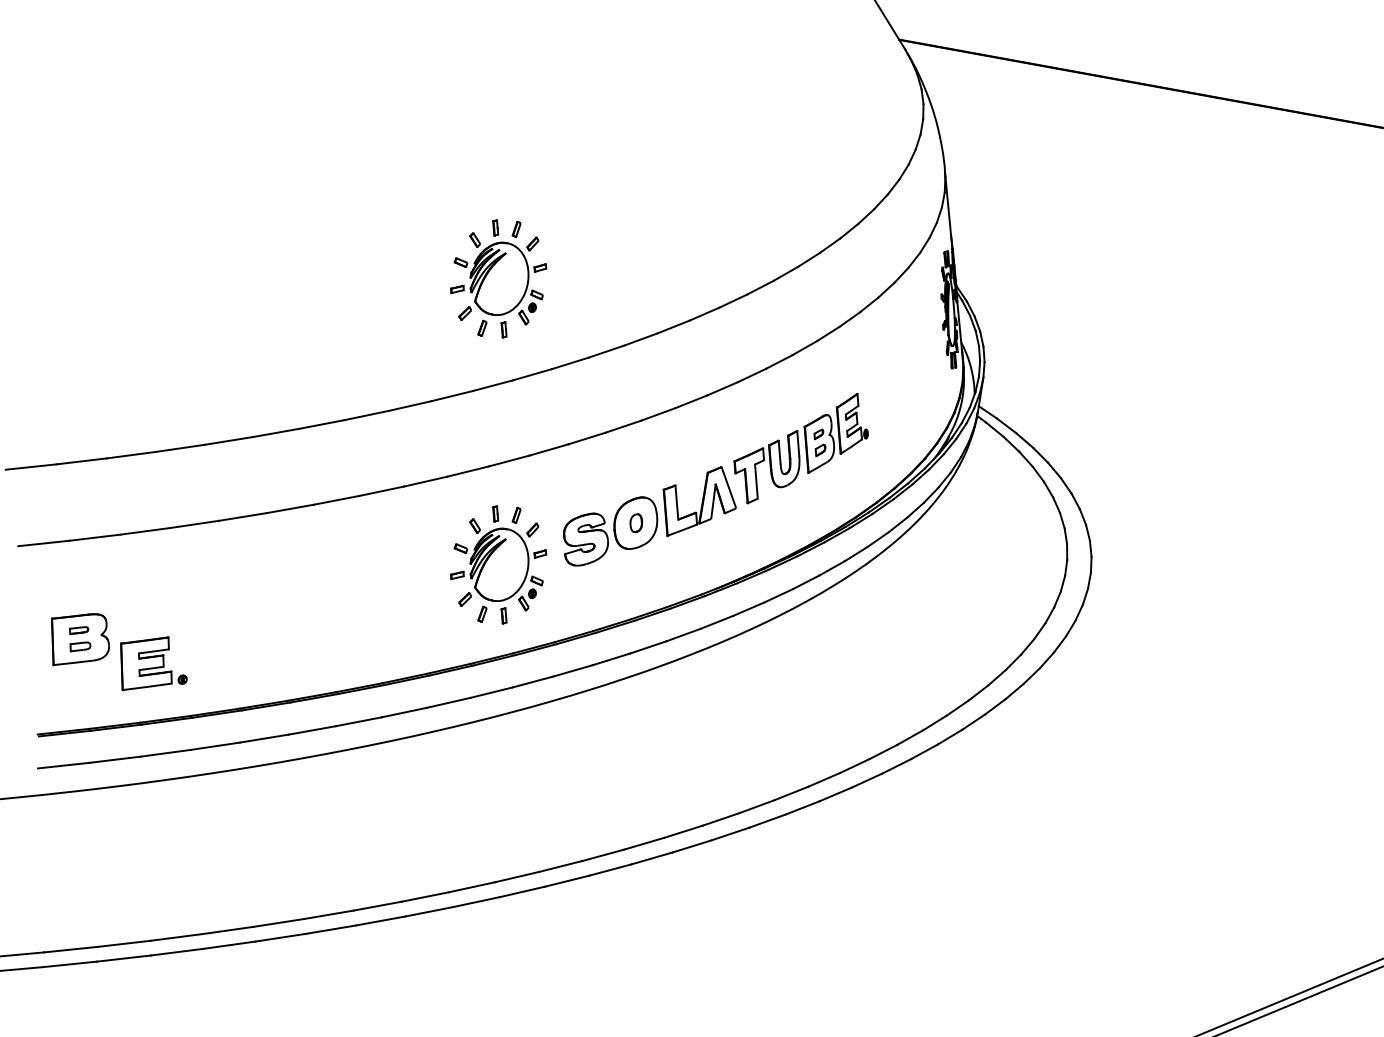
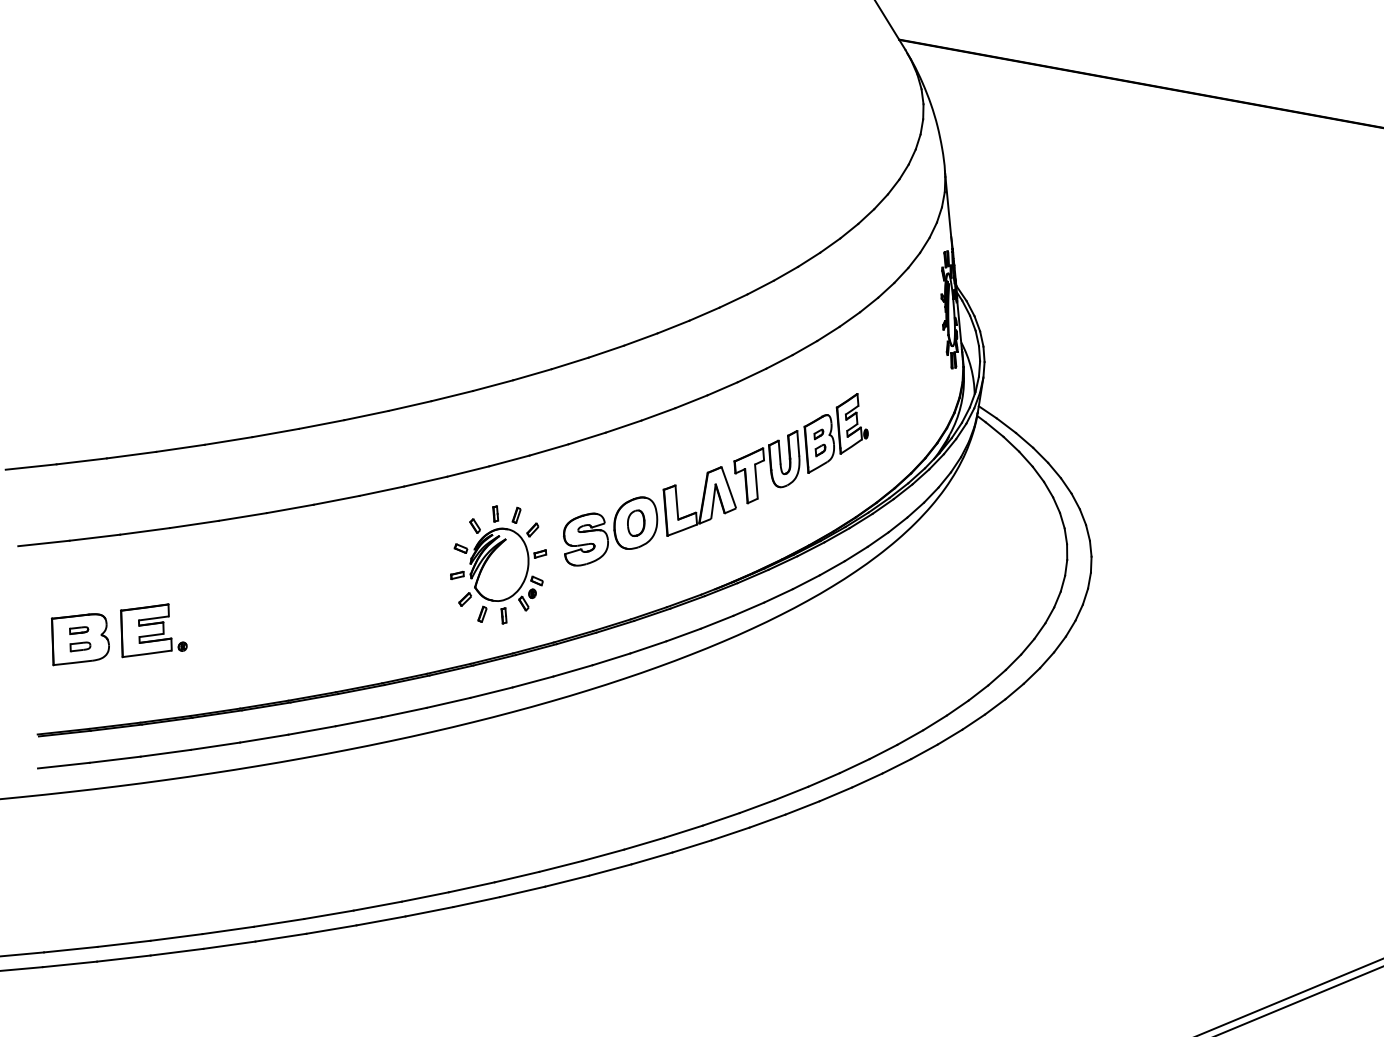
part at (498, 278): present -> none
part at (635, 522) size: 14x20 px -> 19x28 px
part at (153, 663) position: (153, 663) -> (153, 630)
